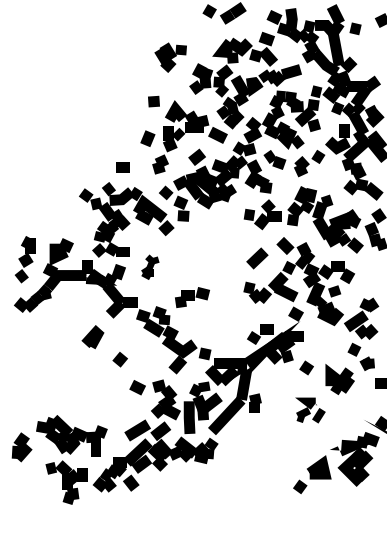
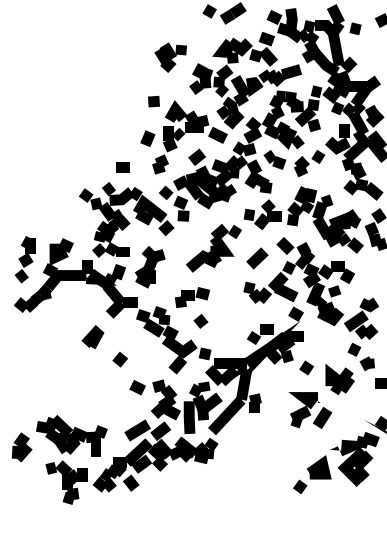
part at (213, 248): none -> present
part at (150, 266) size: 19x26 px -> 31x43 px
line at (200, 321): none -> present
part at (310, 410) size: 31x27 px -> 45x37 px
